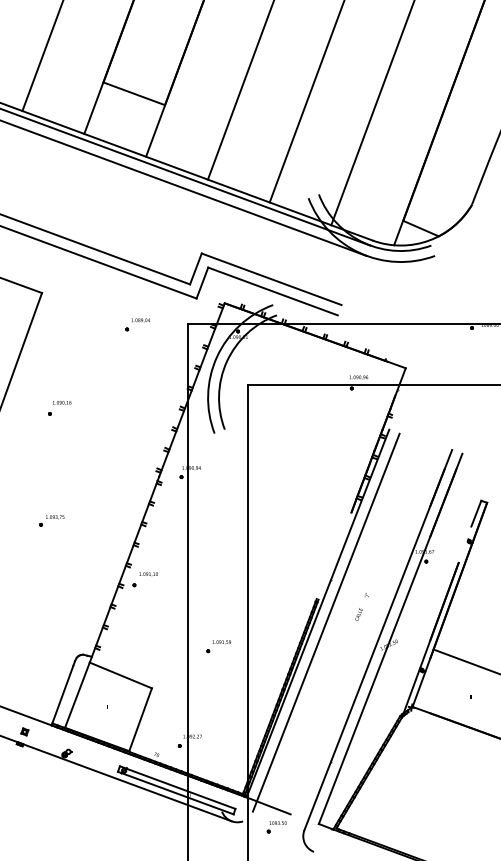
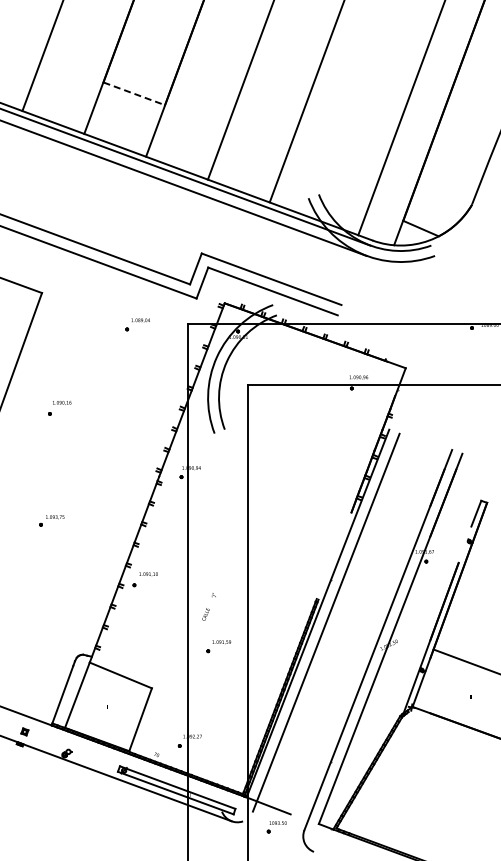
line at (134, 93): solid -> dashed
line at (372, 113) position: (372, 113) -> (401, 118)
text at (361, 606) position: (361, 606) -> (208, 606)
